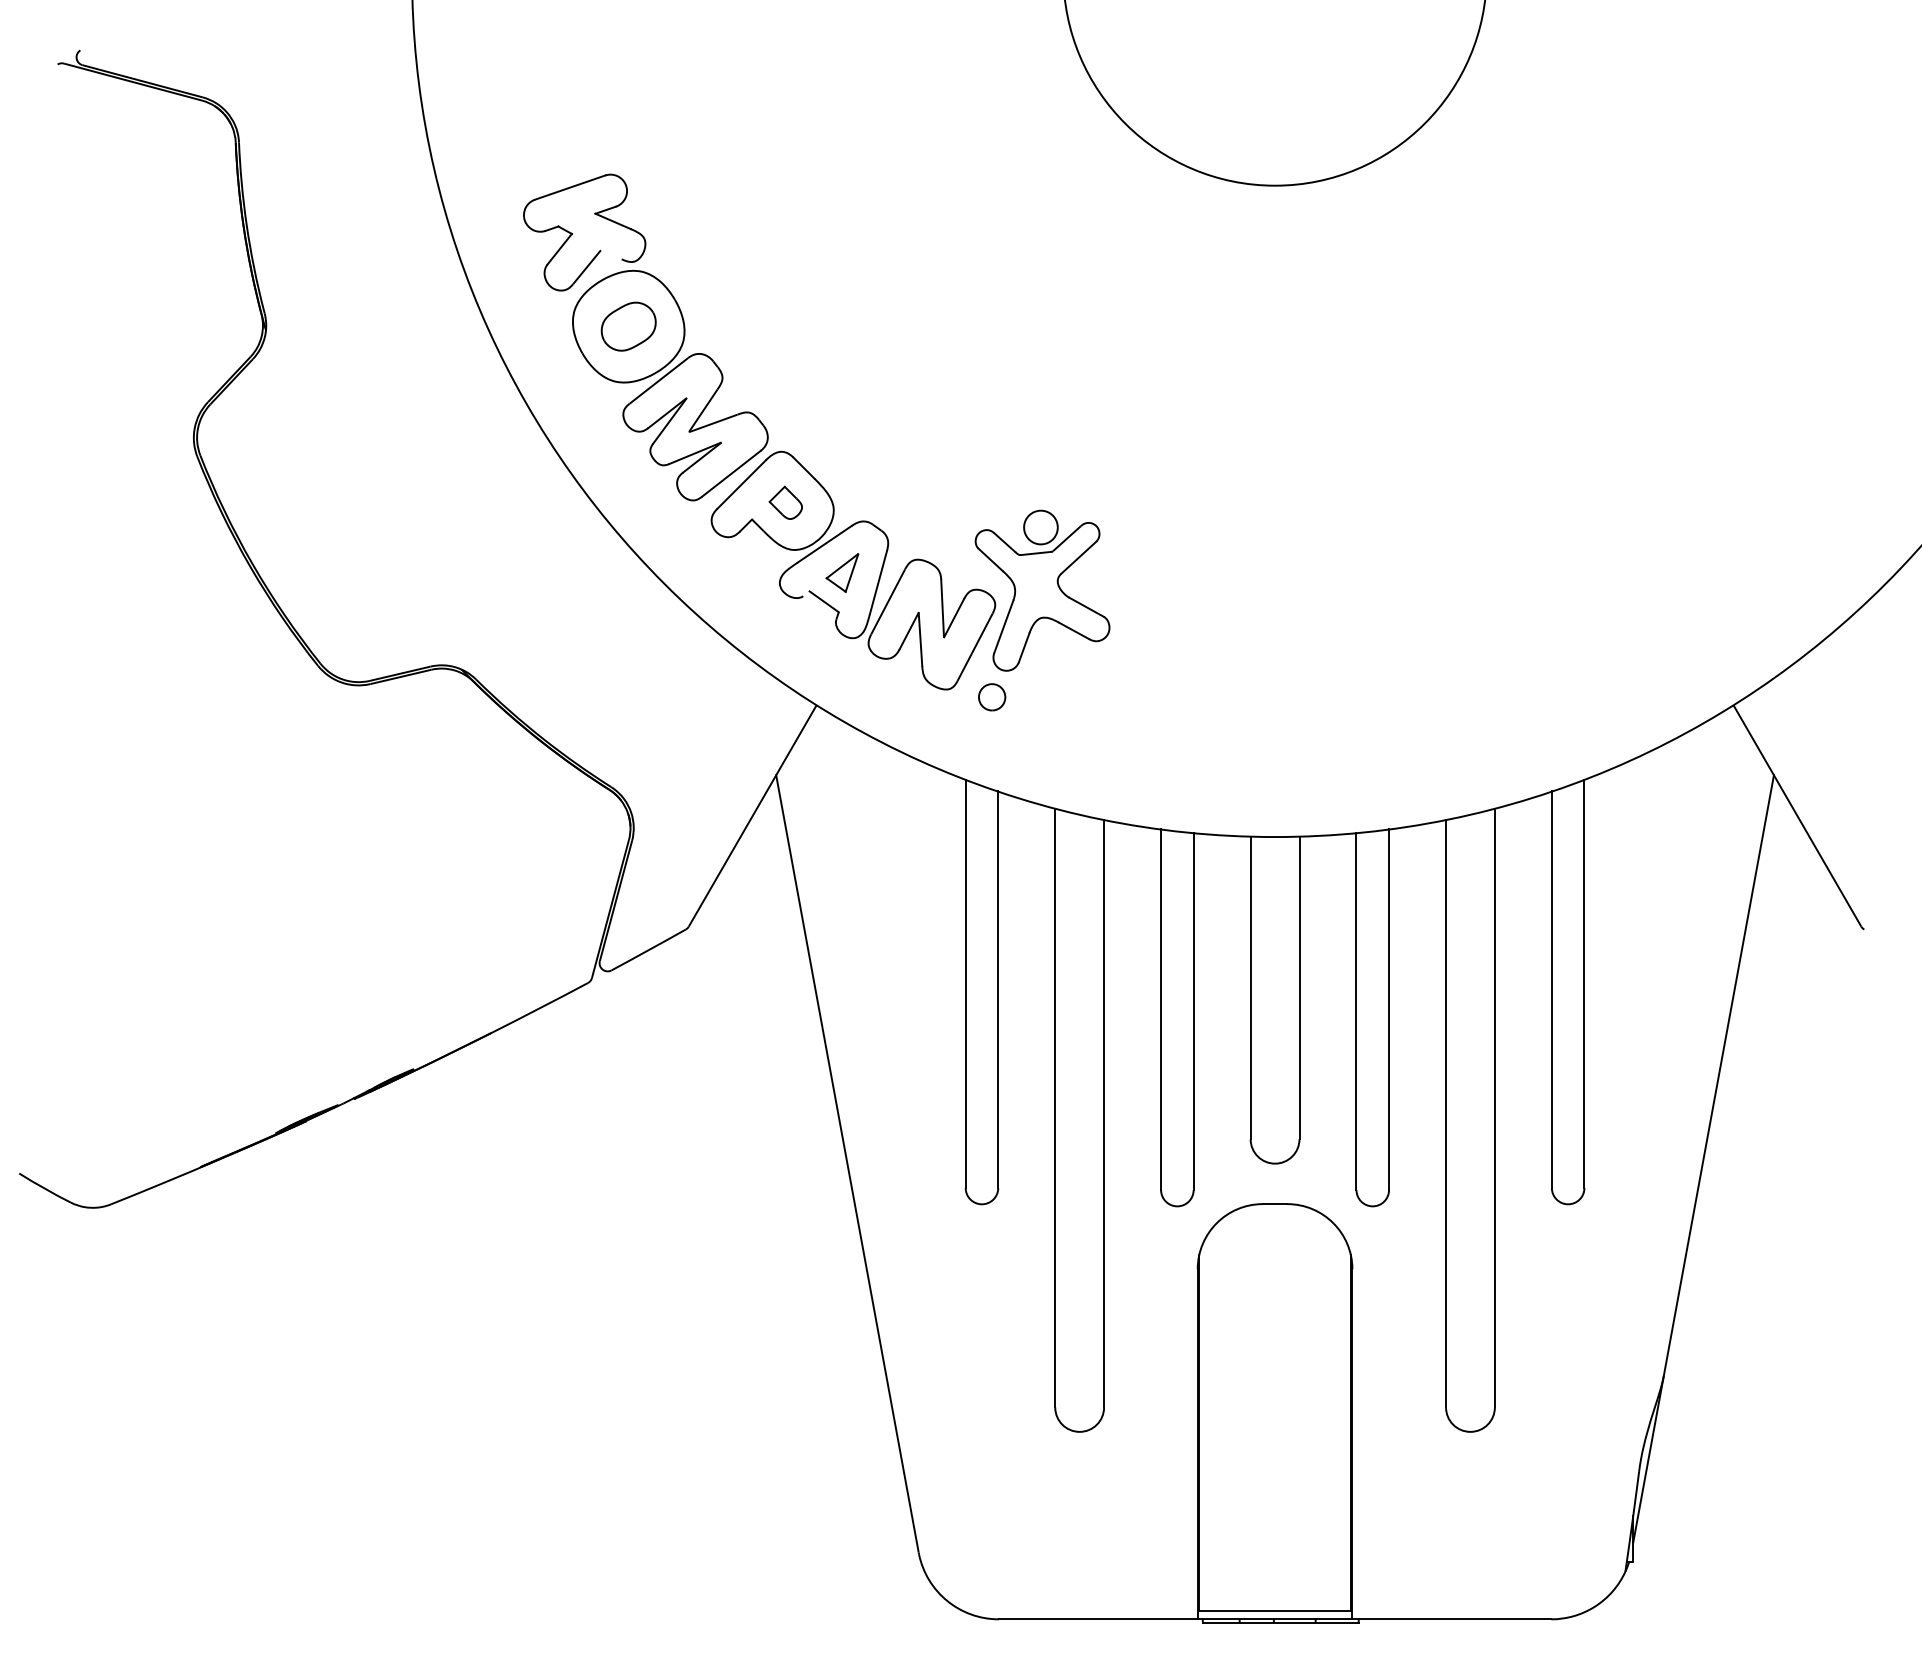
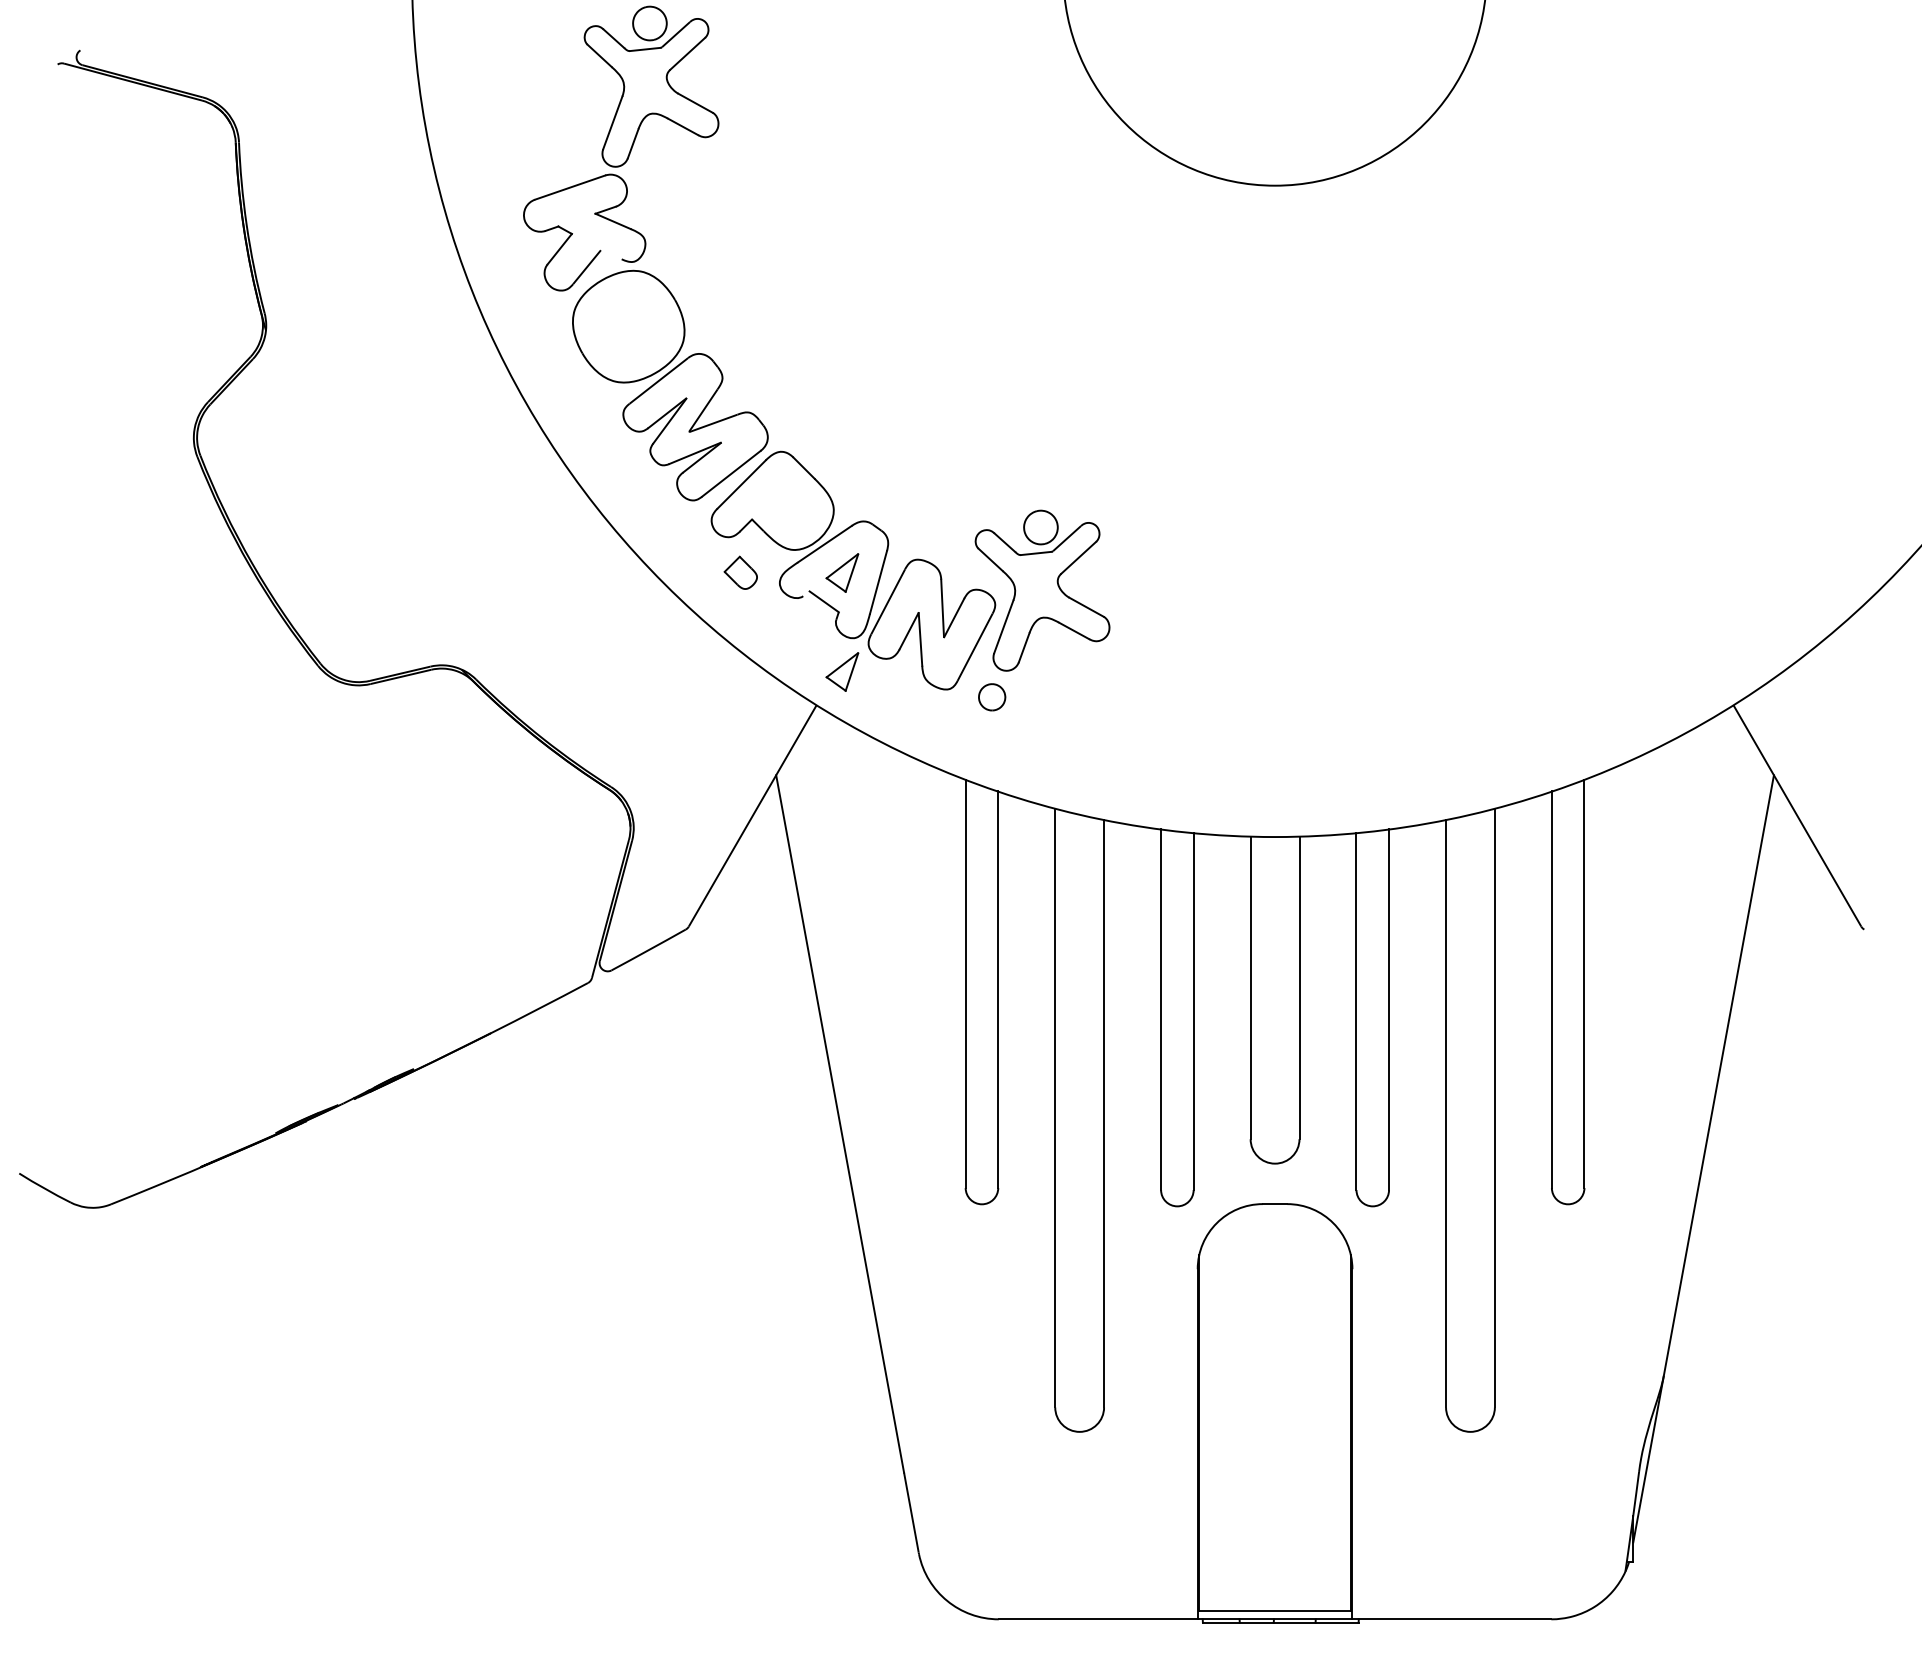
part at (651, 86): none -> present
part at (628, 326): present -> none
part at (785, 502) position: (785, 502) -> (740, 572)
part at (842, 671): none -> present
